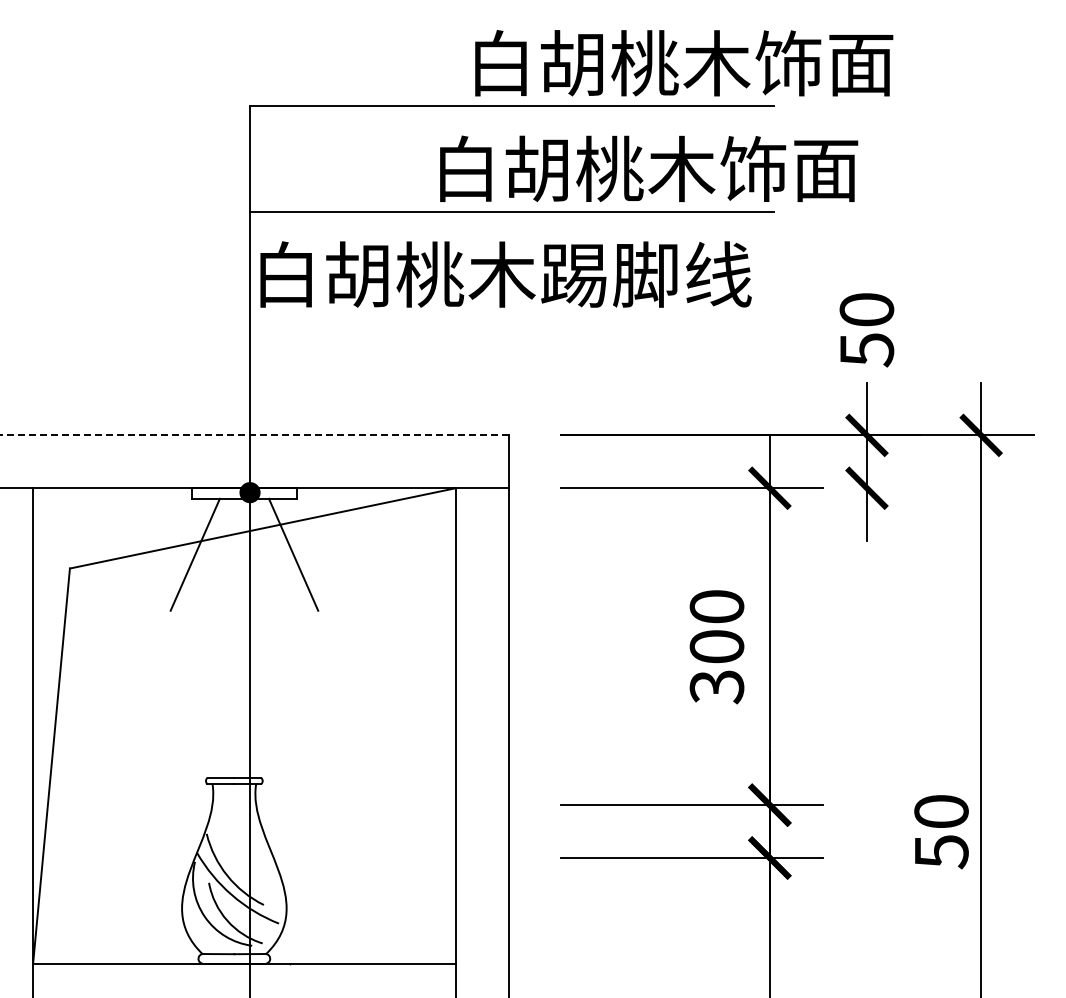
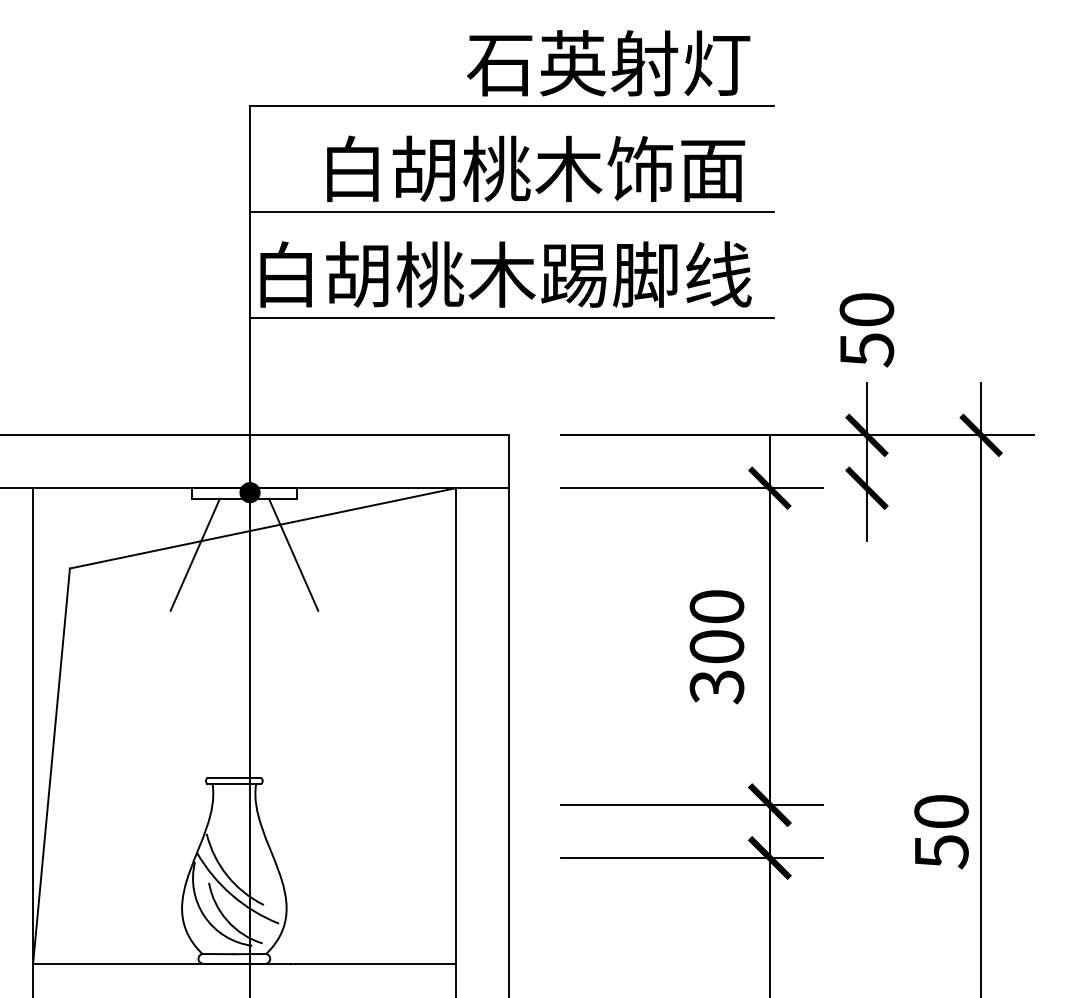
text at (680, 63): 白胡桃木饰面 -> 石英射灯
text at (649, 168) position: (649, 168) -> (536, 168)
line at (511, 317): none -> present
line at (254, 435): dashed -> solid
